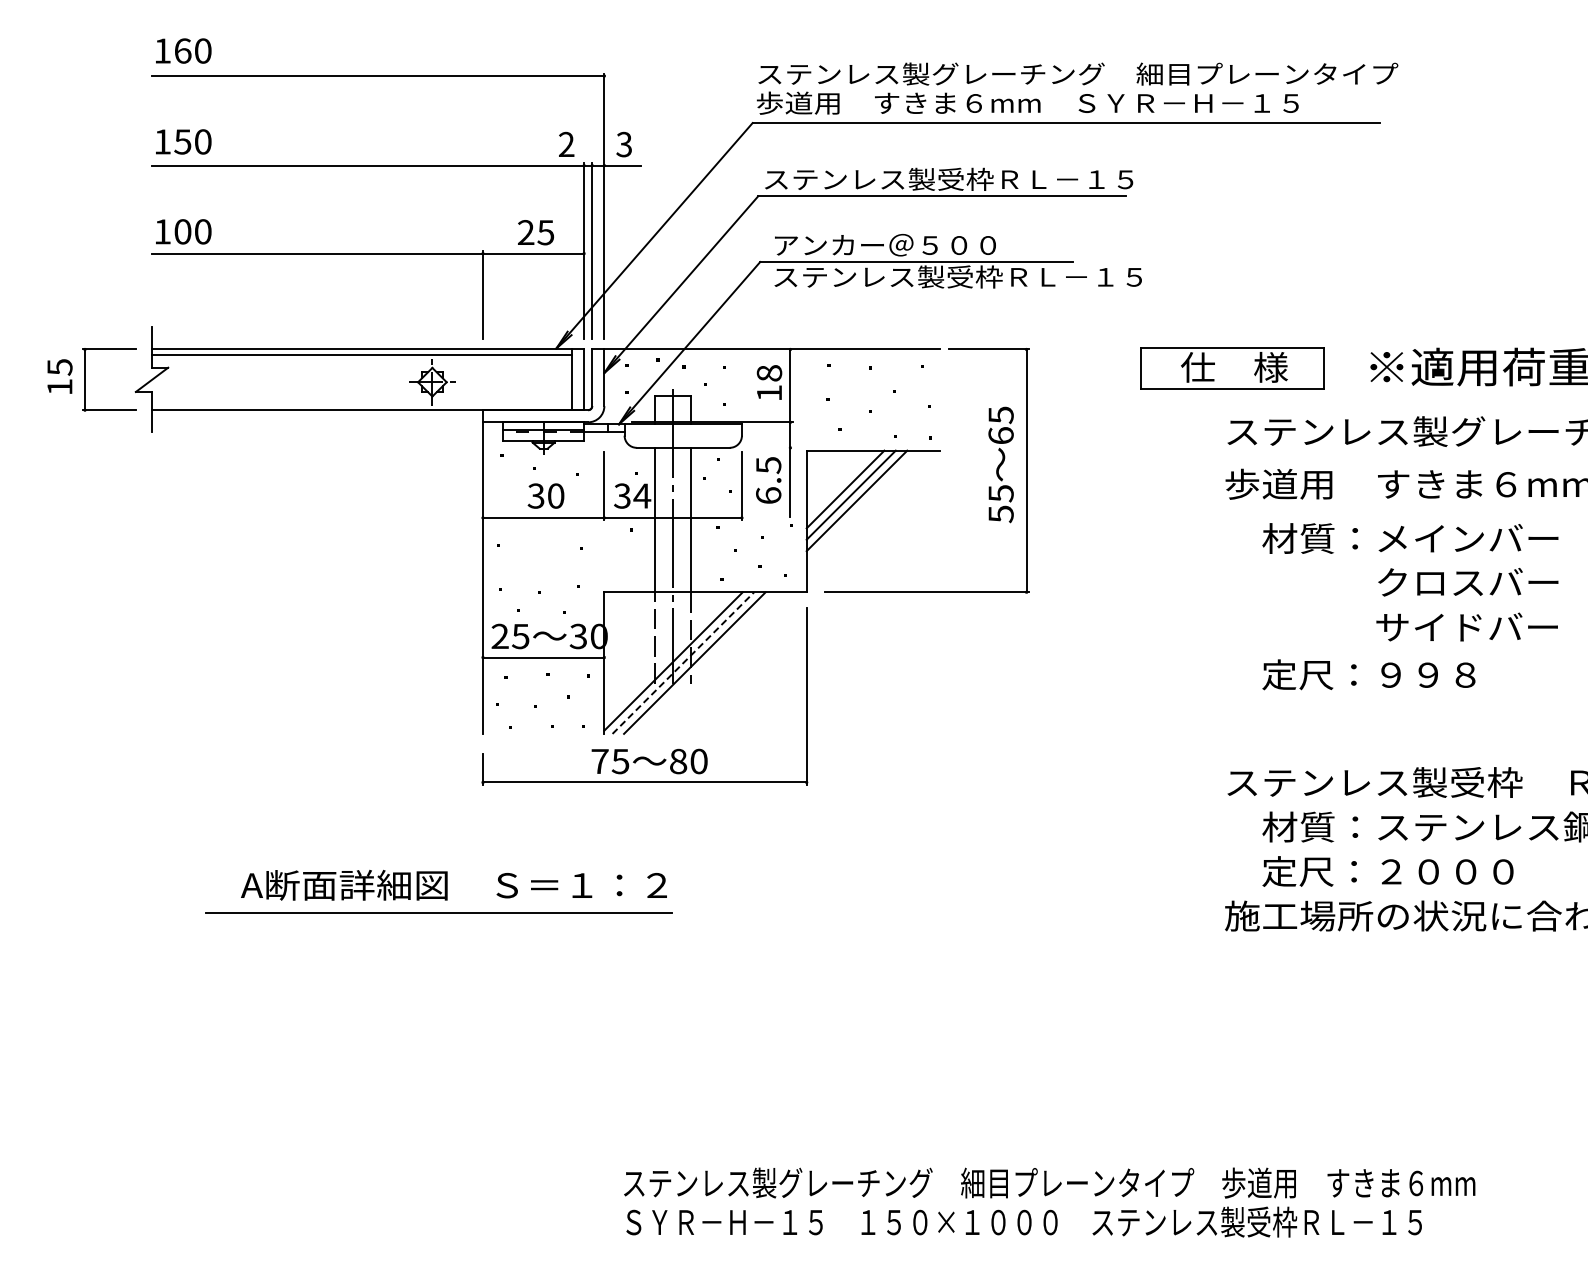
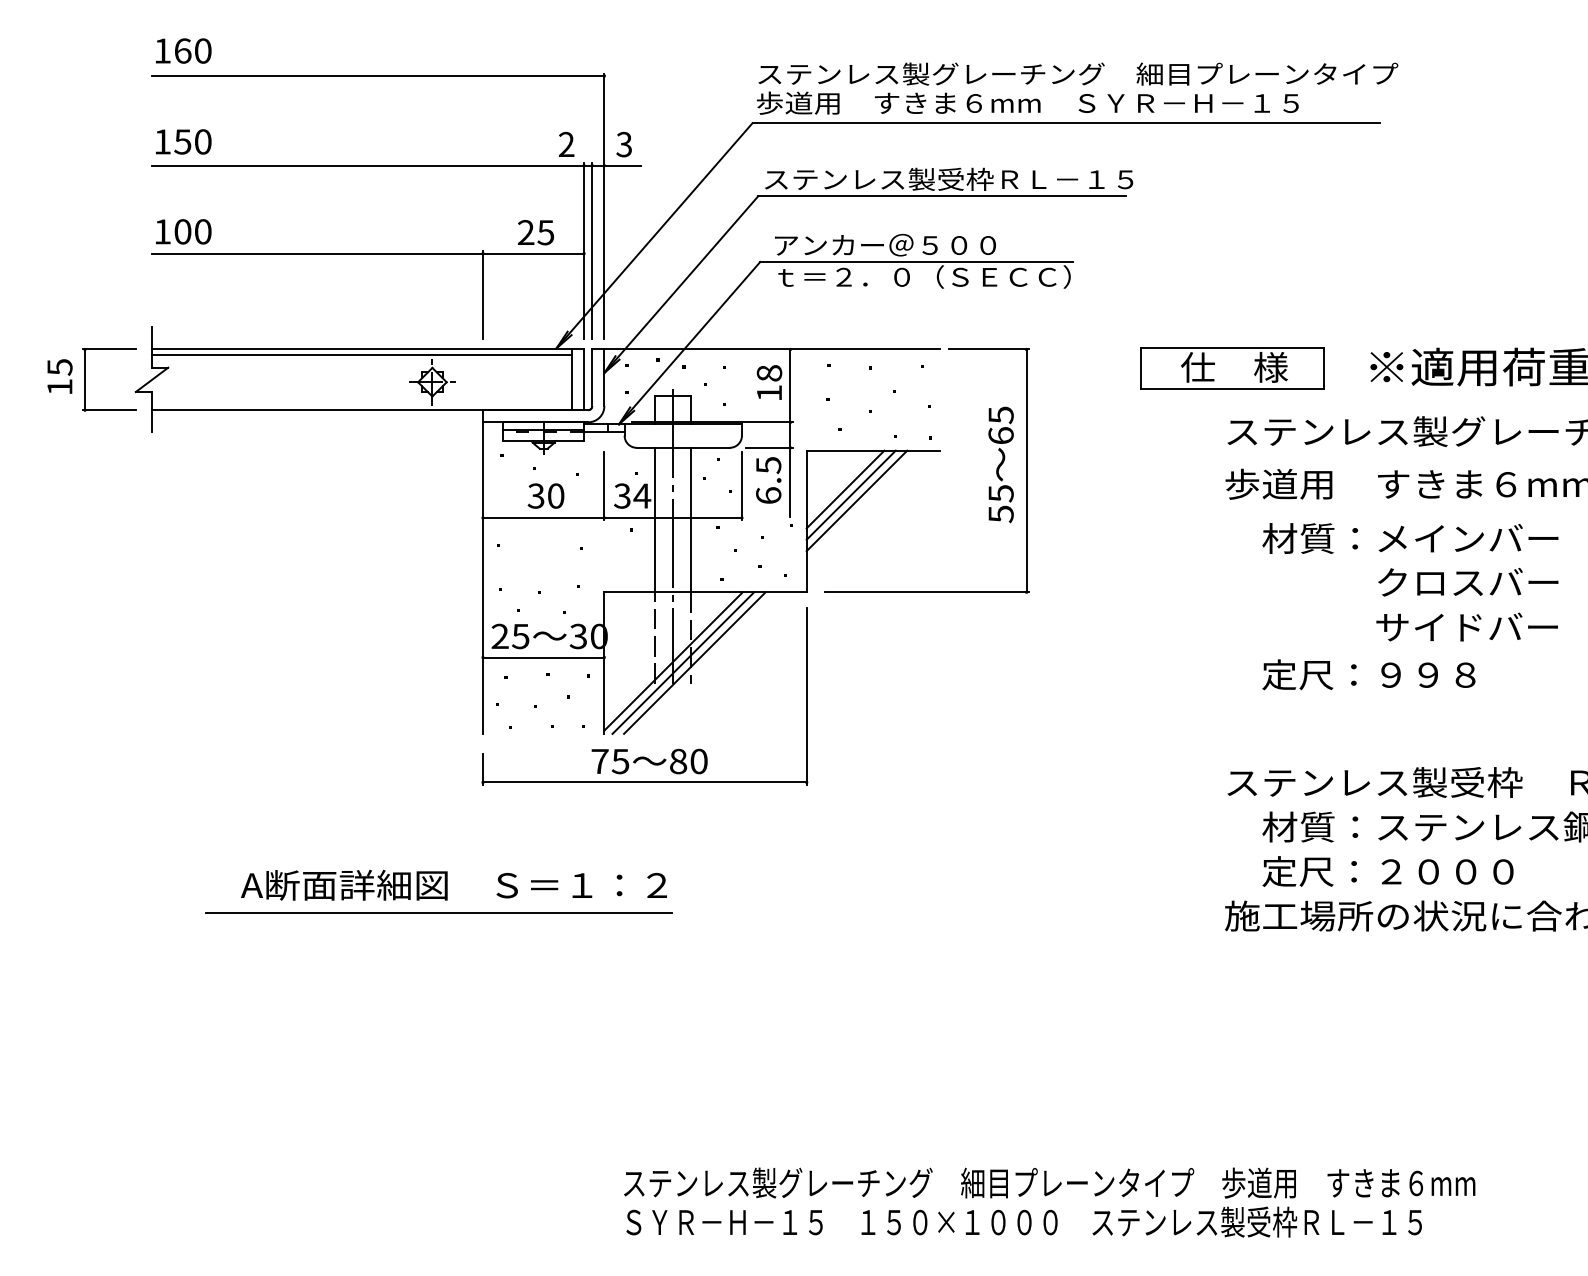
text at (957, 276): ステンレス製受枠ＲＬ－１５ -> ｔ＝２．０（ＳＥＣＣ）
line at (769, 447): none -> present
line at (683, 662): dashed -> solid
